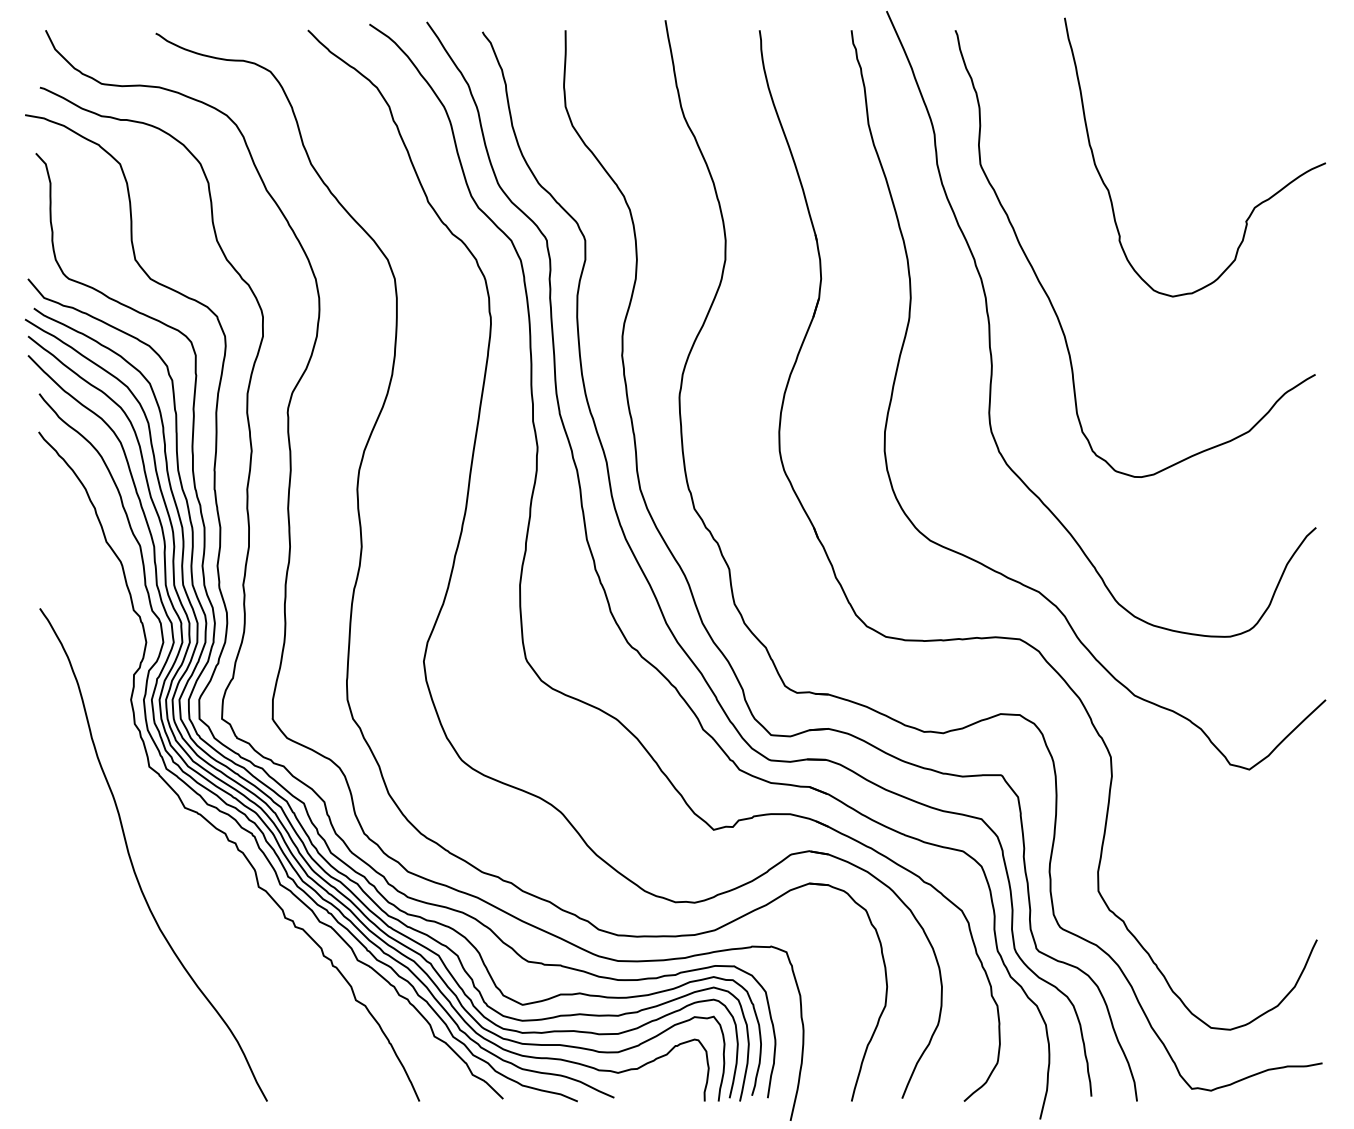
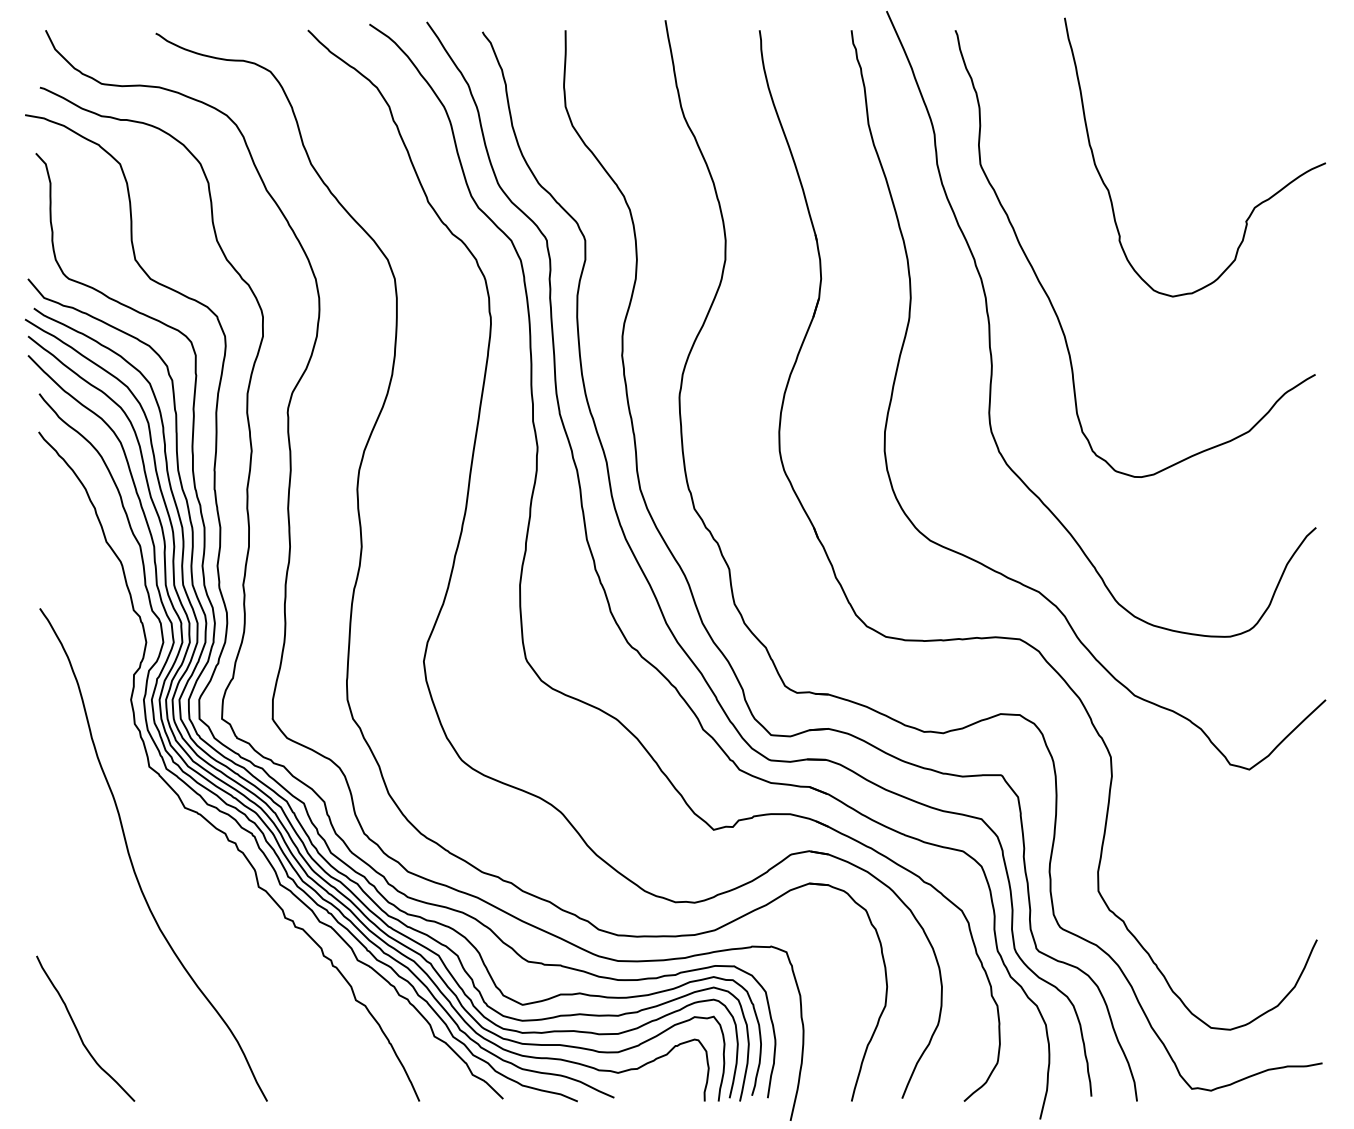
curve at (79, 1032): none -> present
